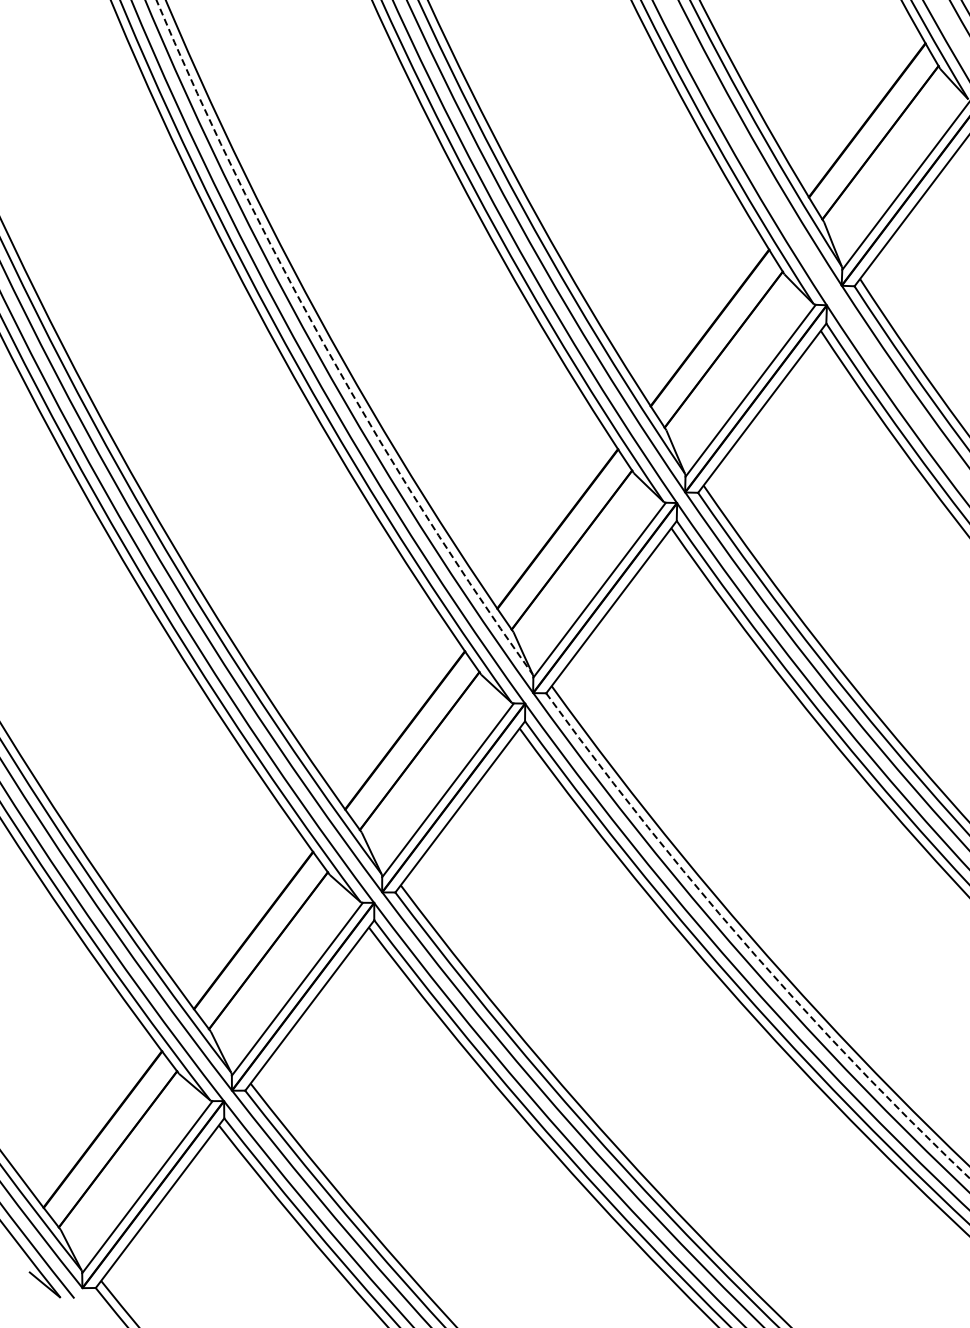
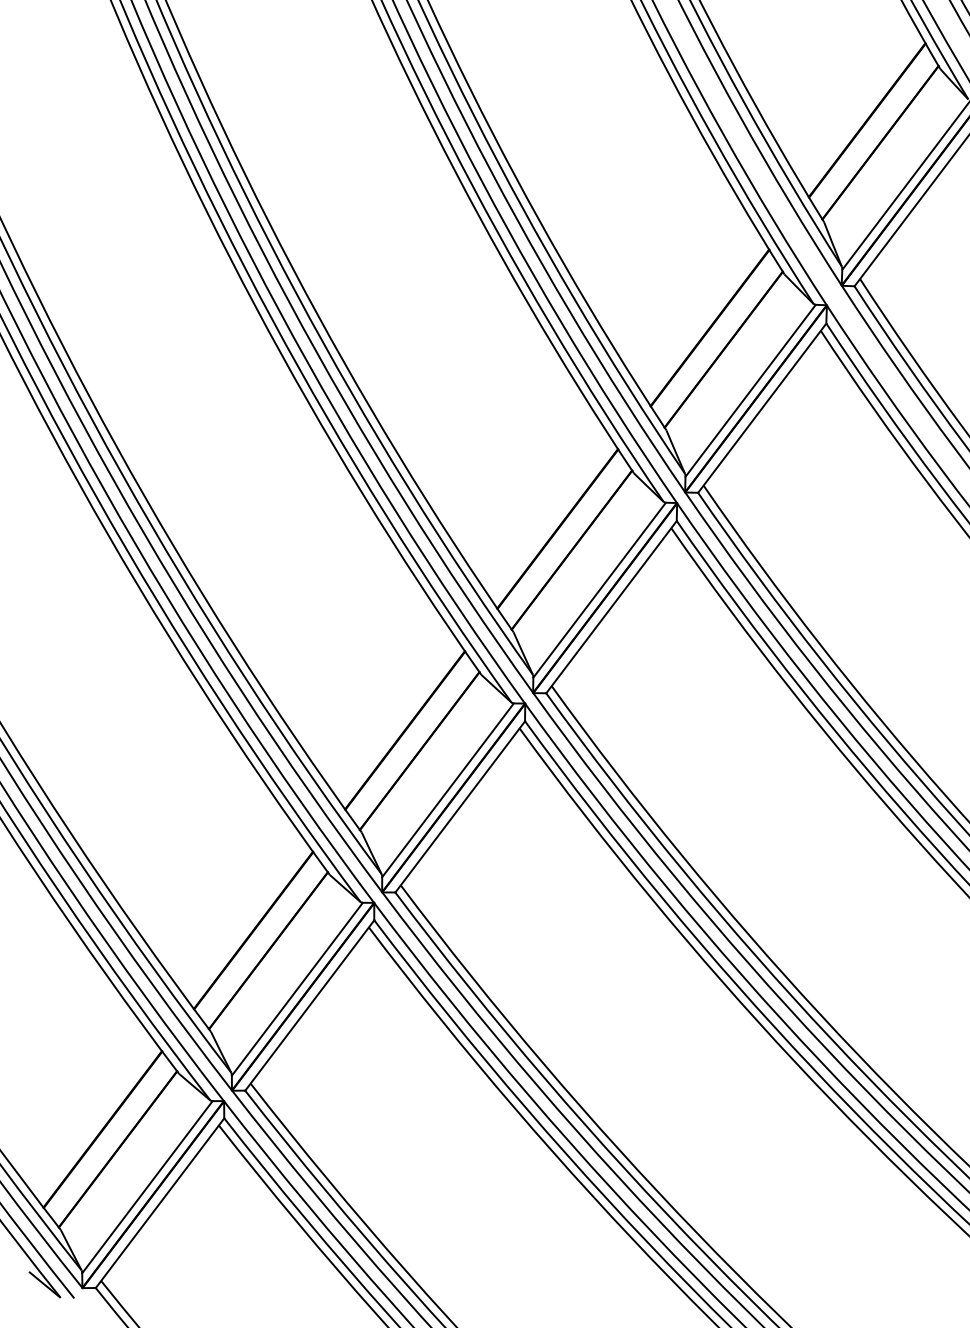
arc at (326, 348): dashed -> solid
arc at (746, 944): dashed -> solid
